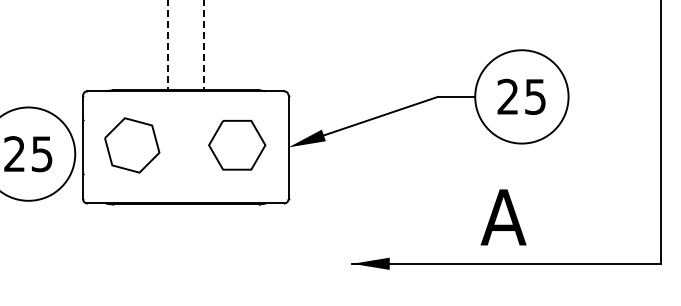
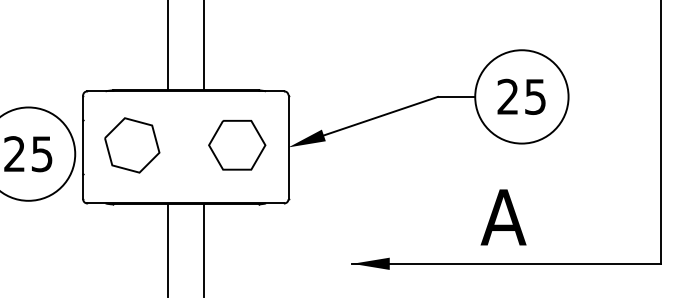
line at (168, 45): dashed -> solid
line at (203, 45): dashed -> solid
line at (168, 250): none -> present
line at (203, 250): none -> present
